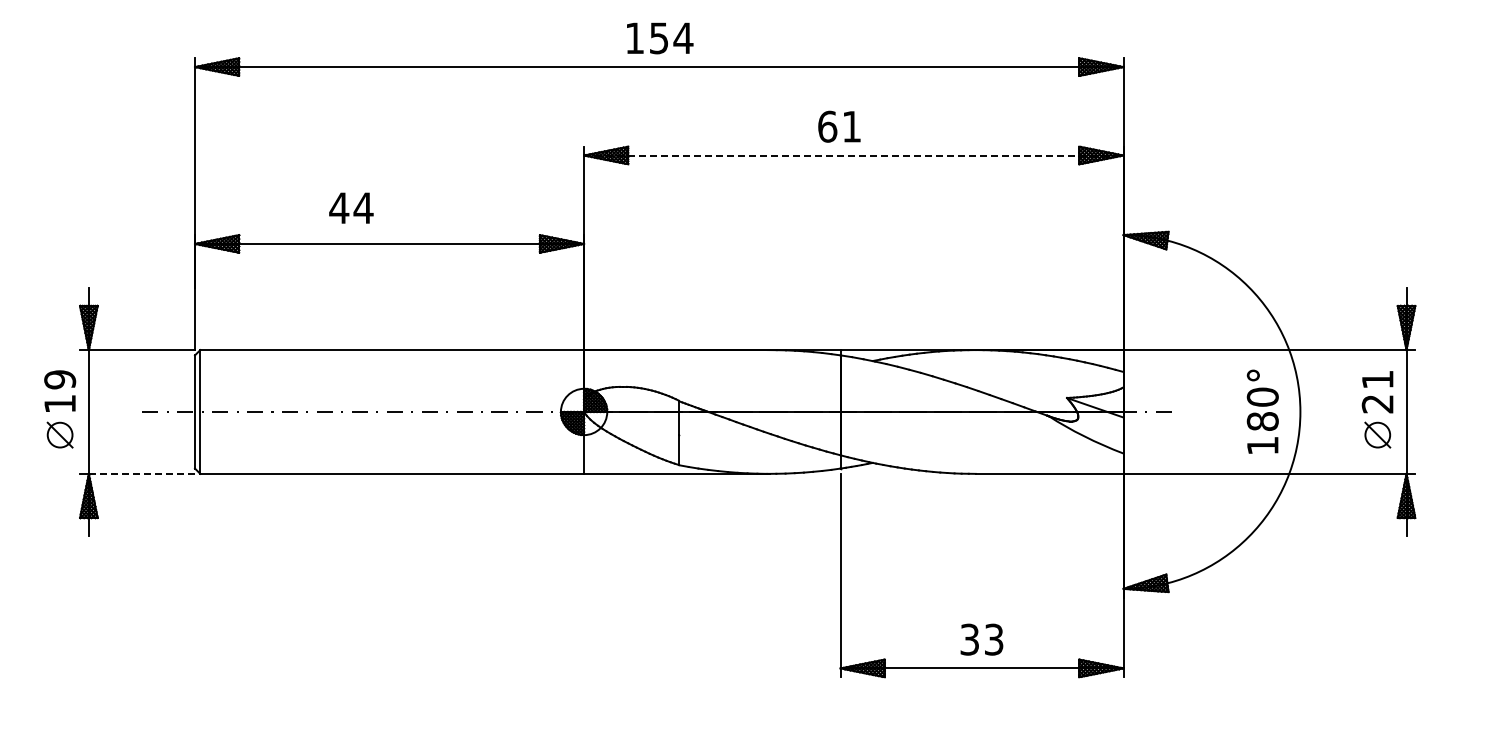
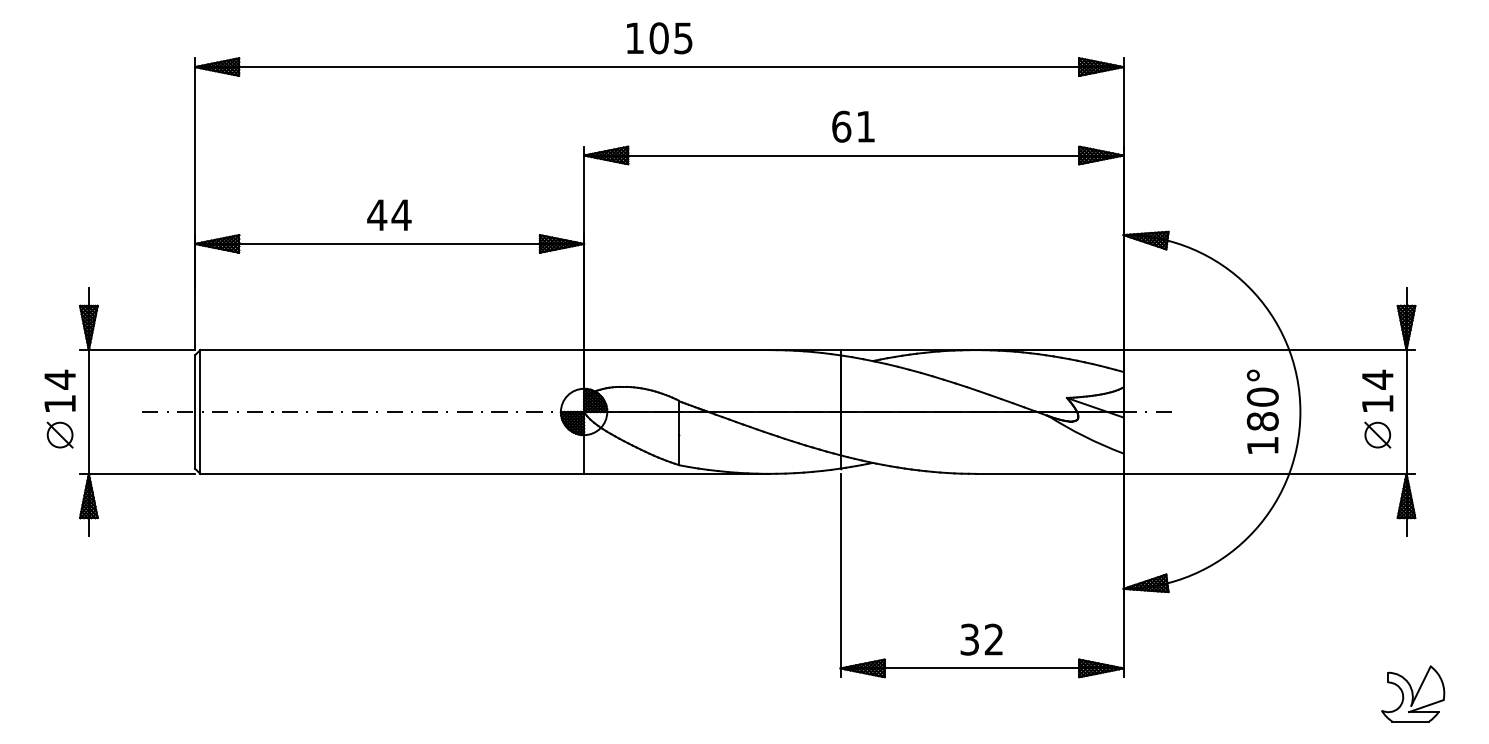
text at (671, 38): 154 -> 105
text at (839, 126) position: (839, 126) -> (853, 126)
line at (853, 155): dashed -> solid
text at (351, 207) position: (351, 207) -> (389, 214)
text at (60, 379): 19 -> 14
text at (1377, 391): 21 -> 14
line at (141, 473): dashed -> solid
text at (993, 639): 33 -> 32
part at (1413, 693): none -> present
